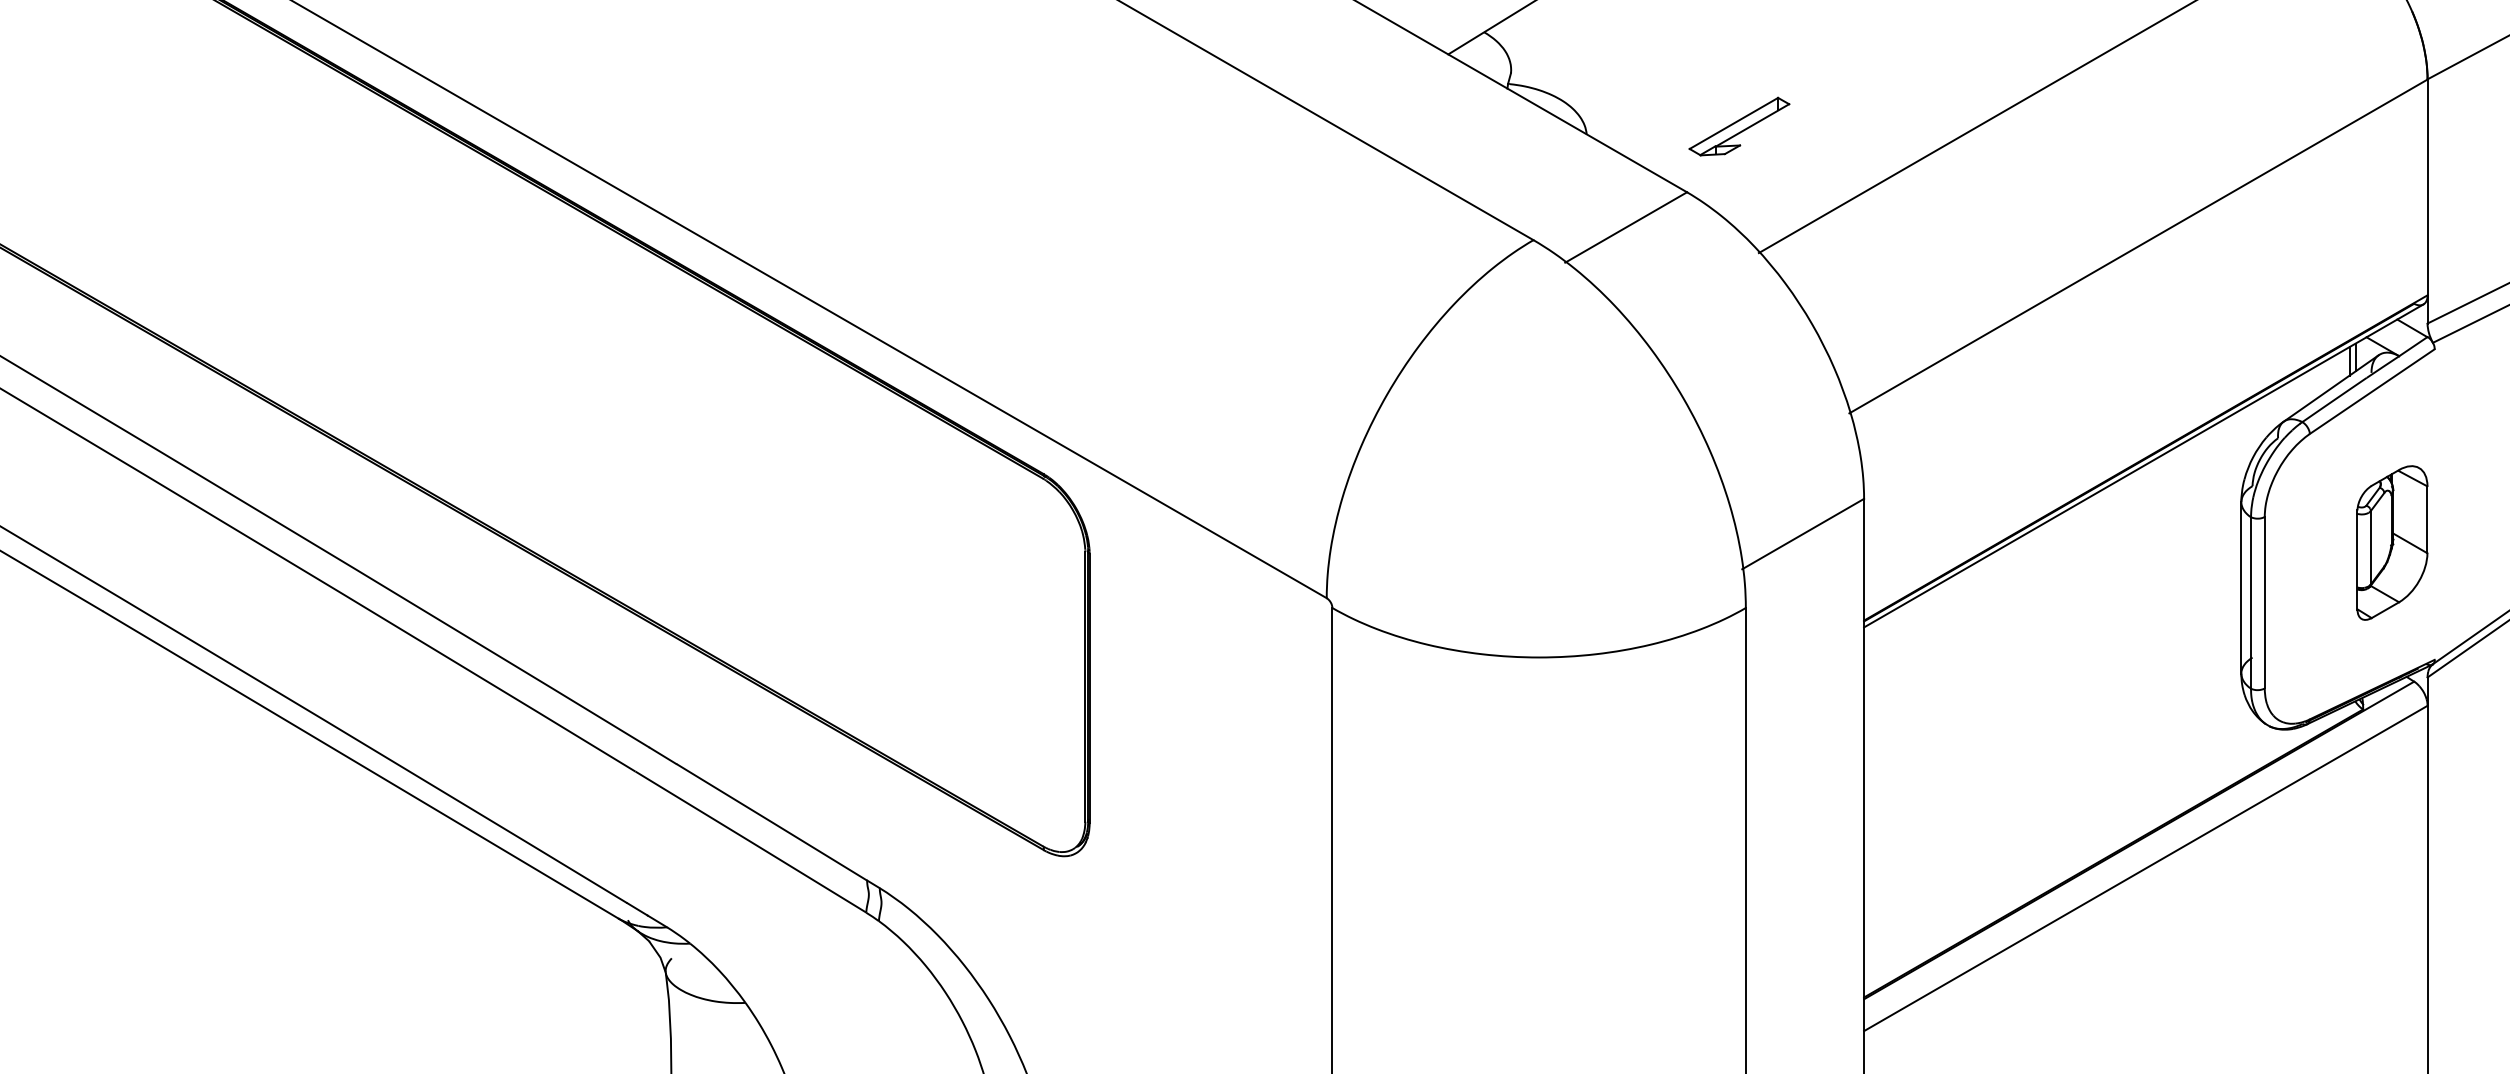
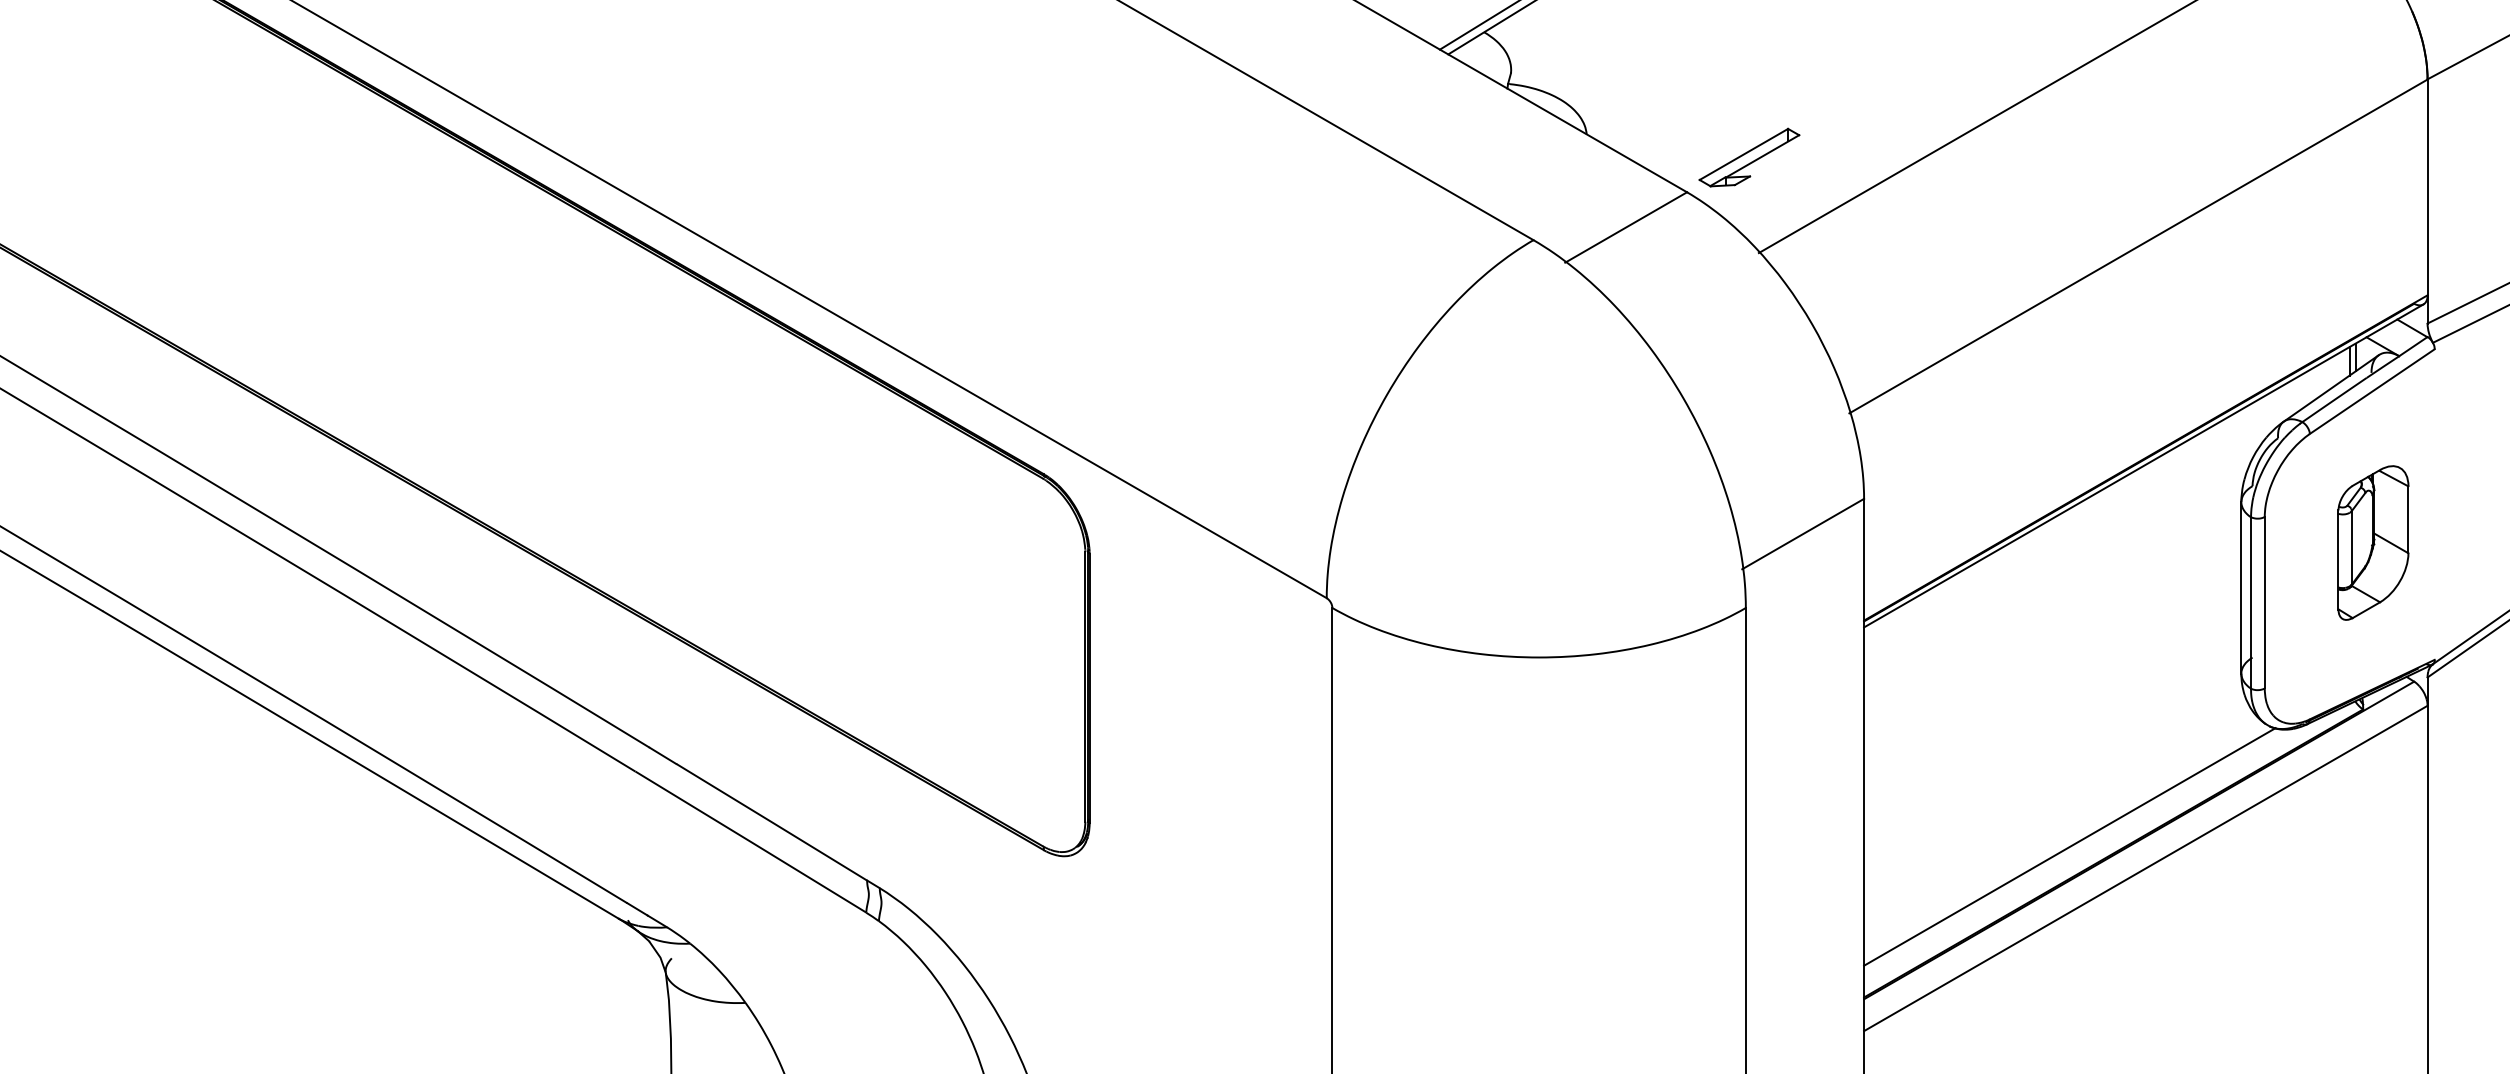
line at (1477, 25): none -> present
part at (1739, 126) position: (1739, 126) -> (1749, 157)
part at (2392, 542) position: (2392, 542) -> (2373, 542)
line at (2069, 846): none -> present
